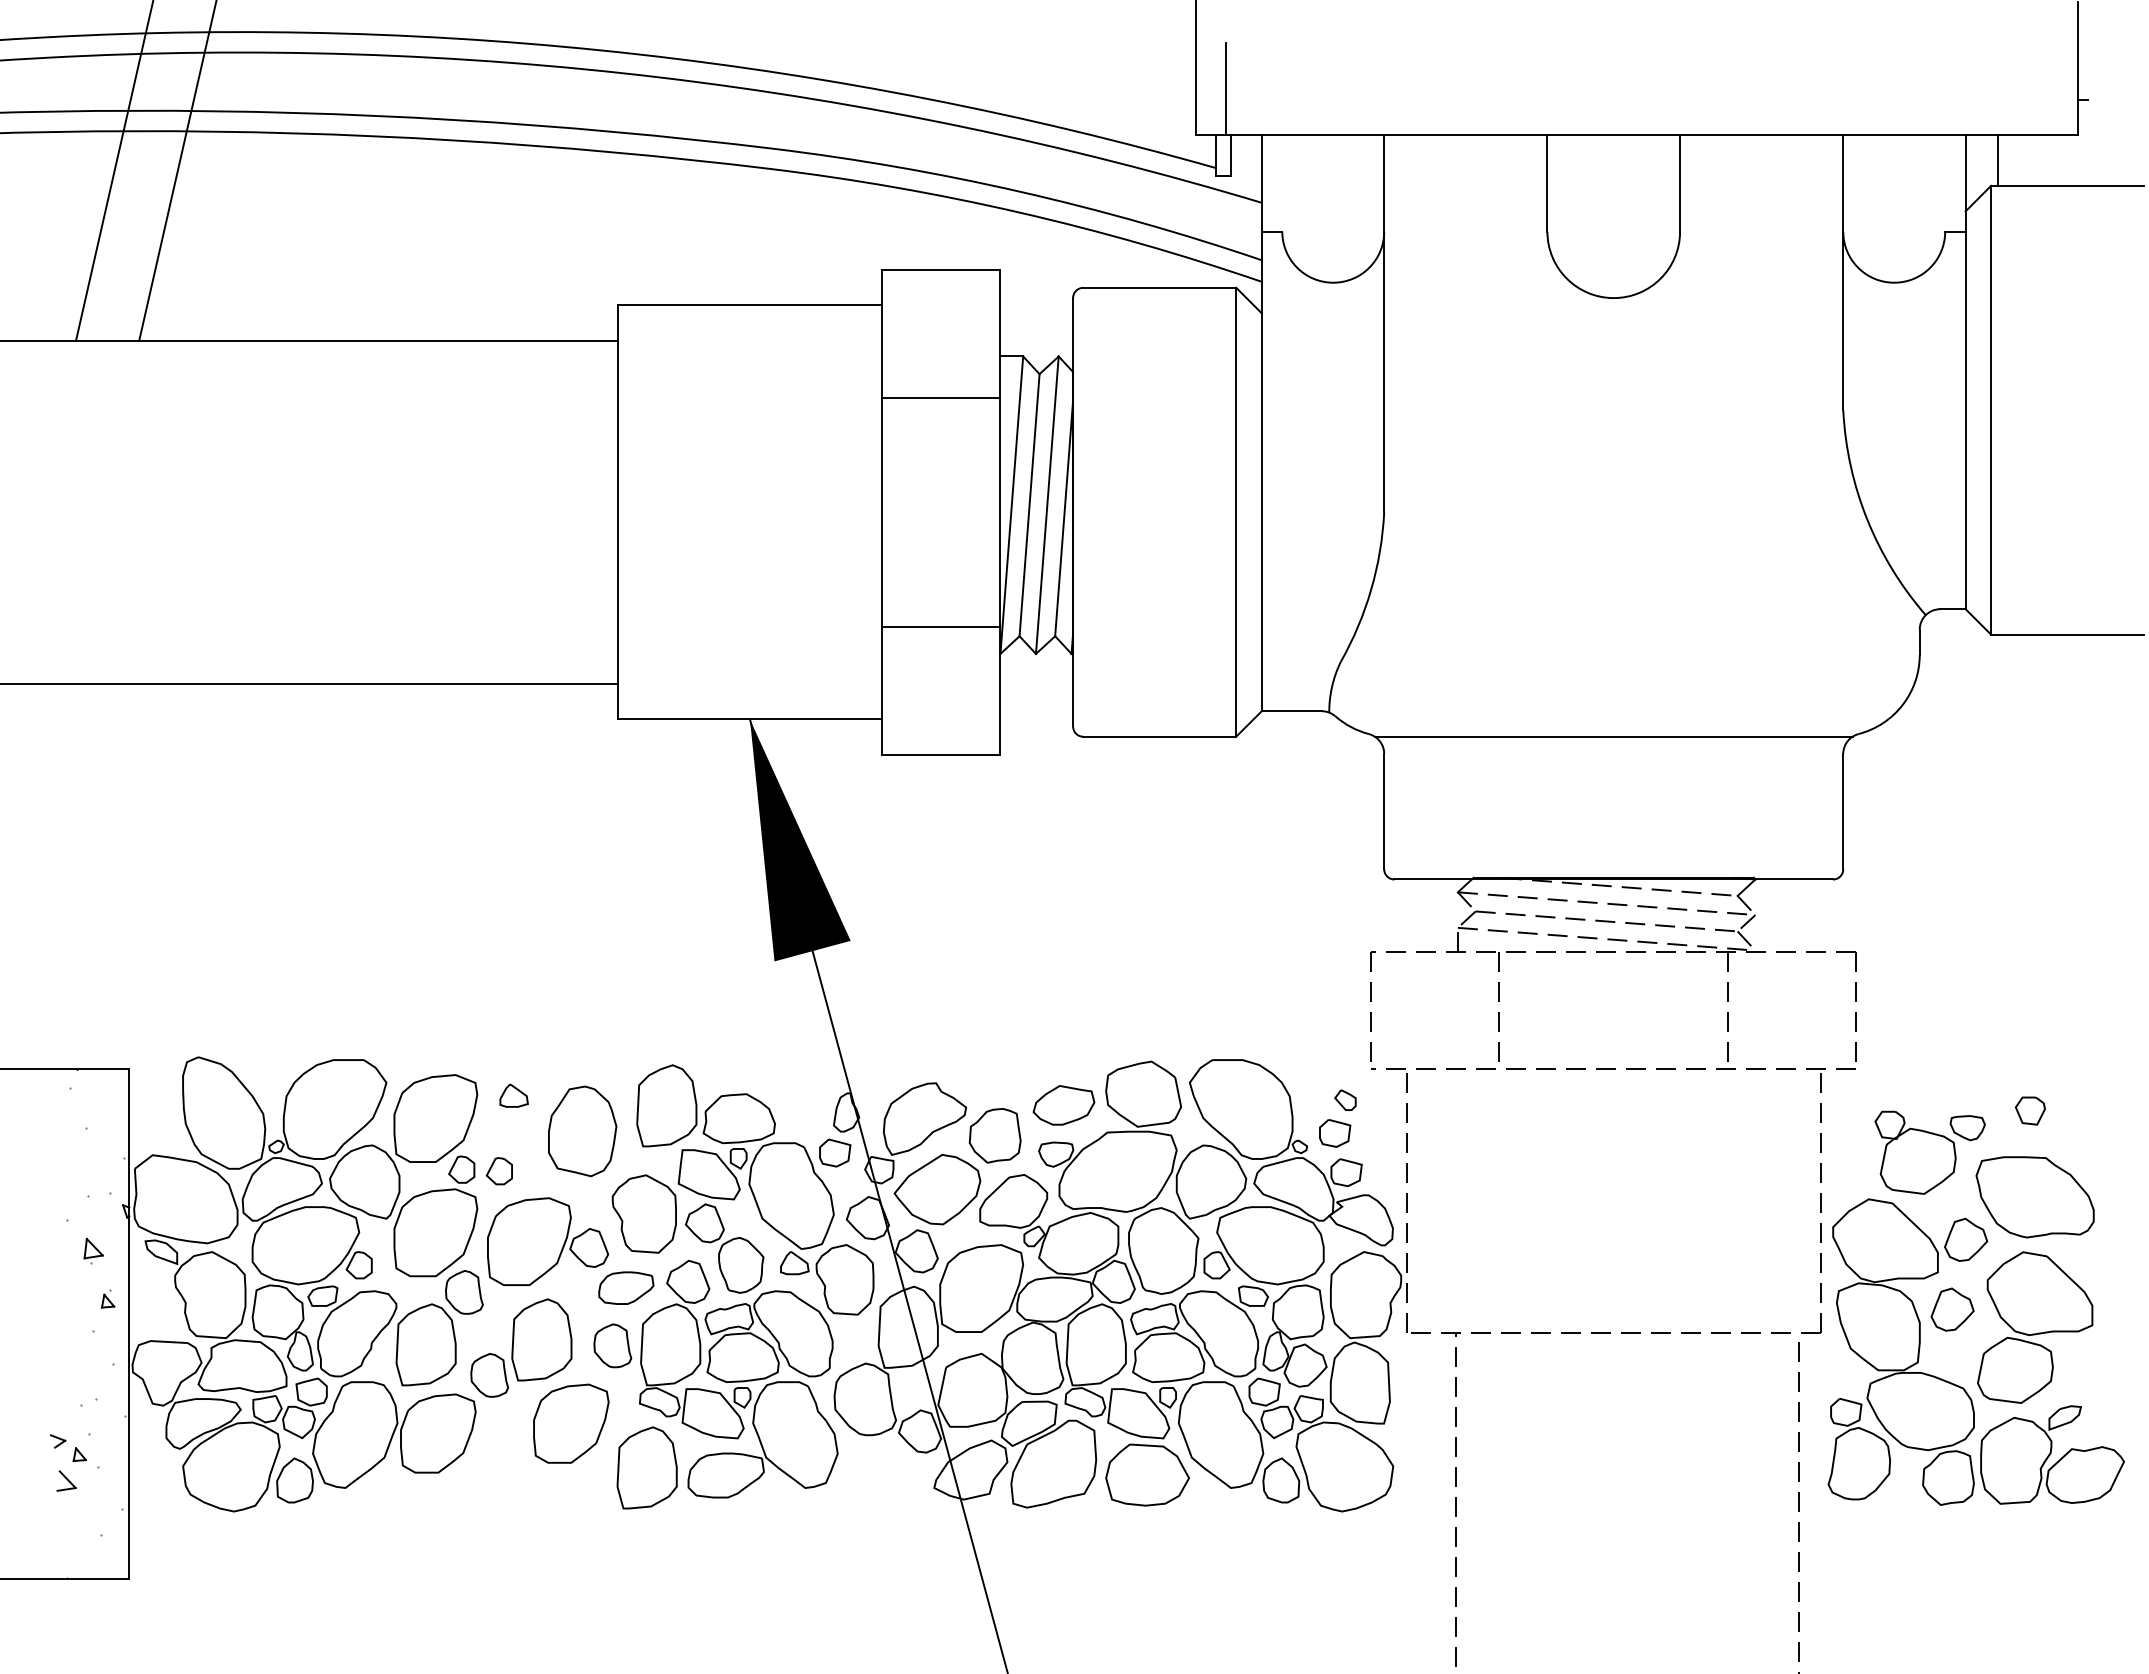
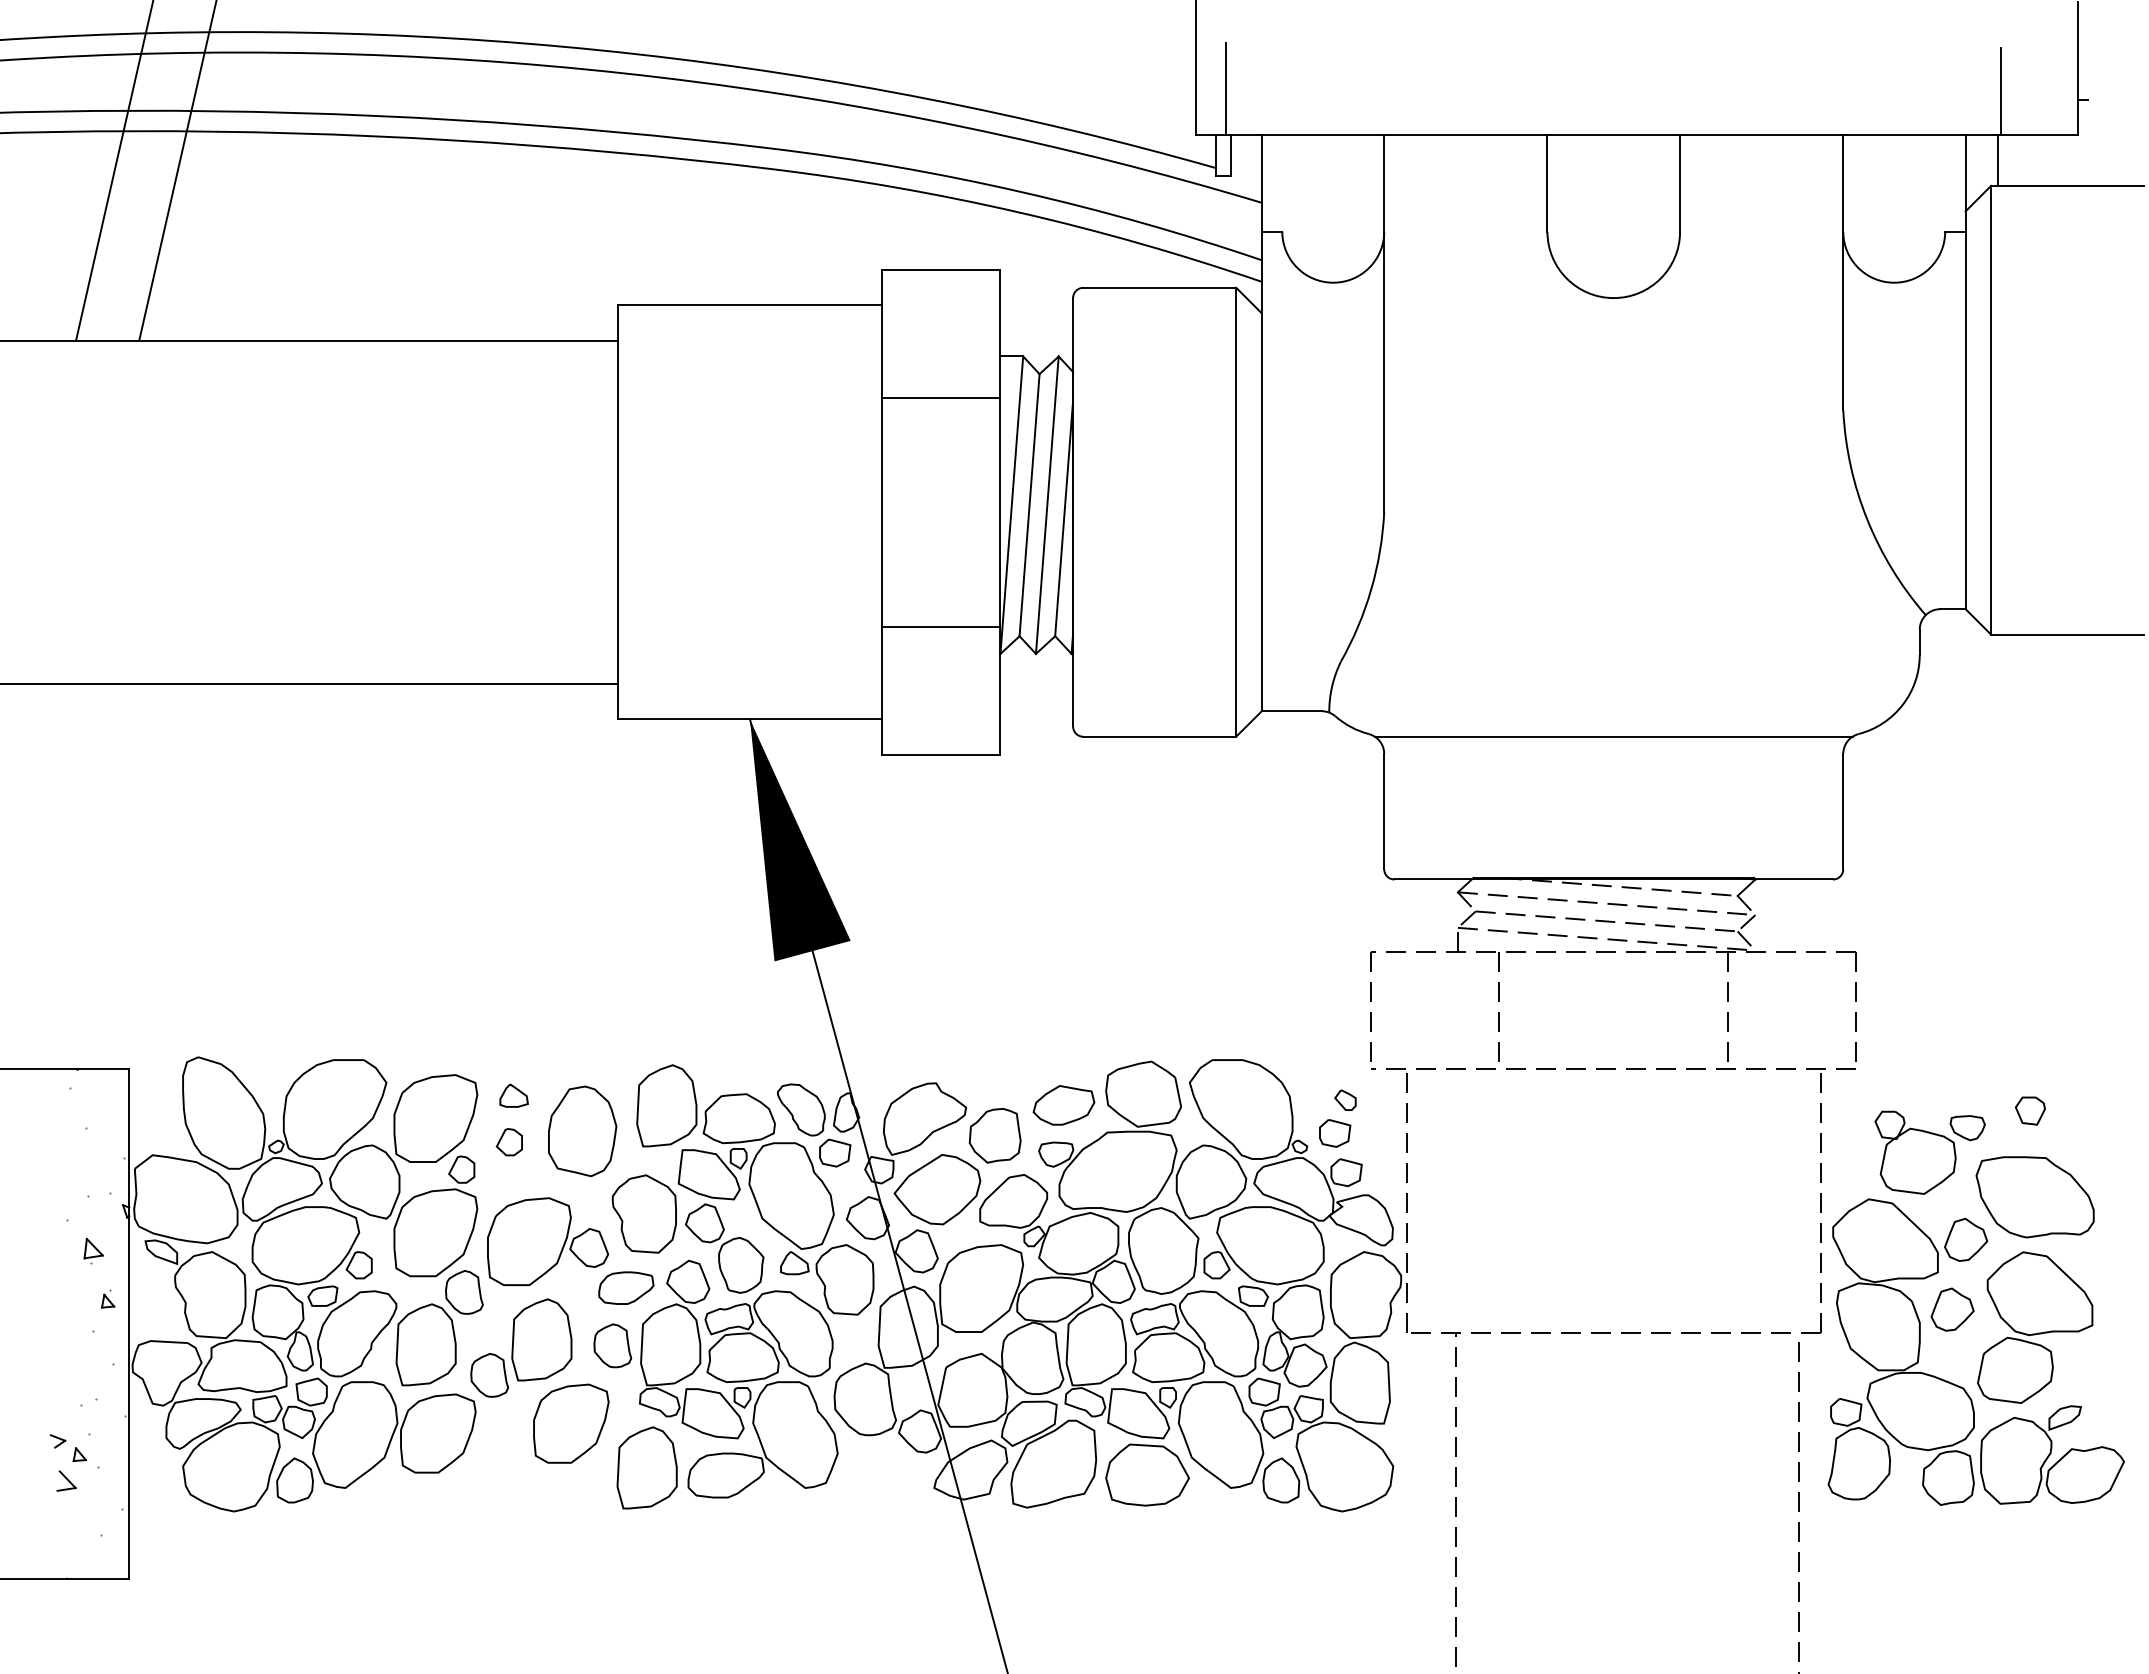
line at (2001, 90): none -> present
part at (801, 1109): none -> present
part at (498, 1171) position: (498, 1171) -> (508, 1142)
